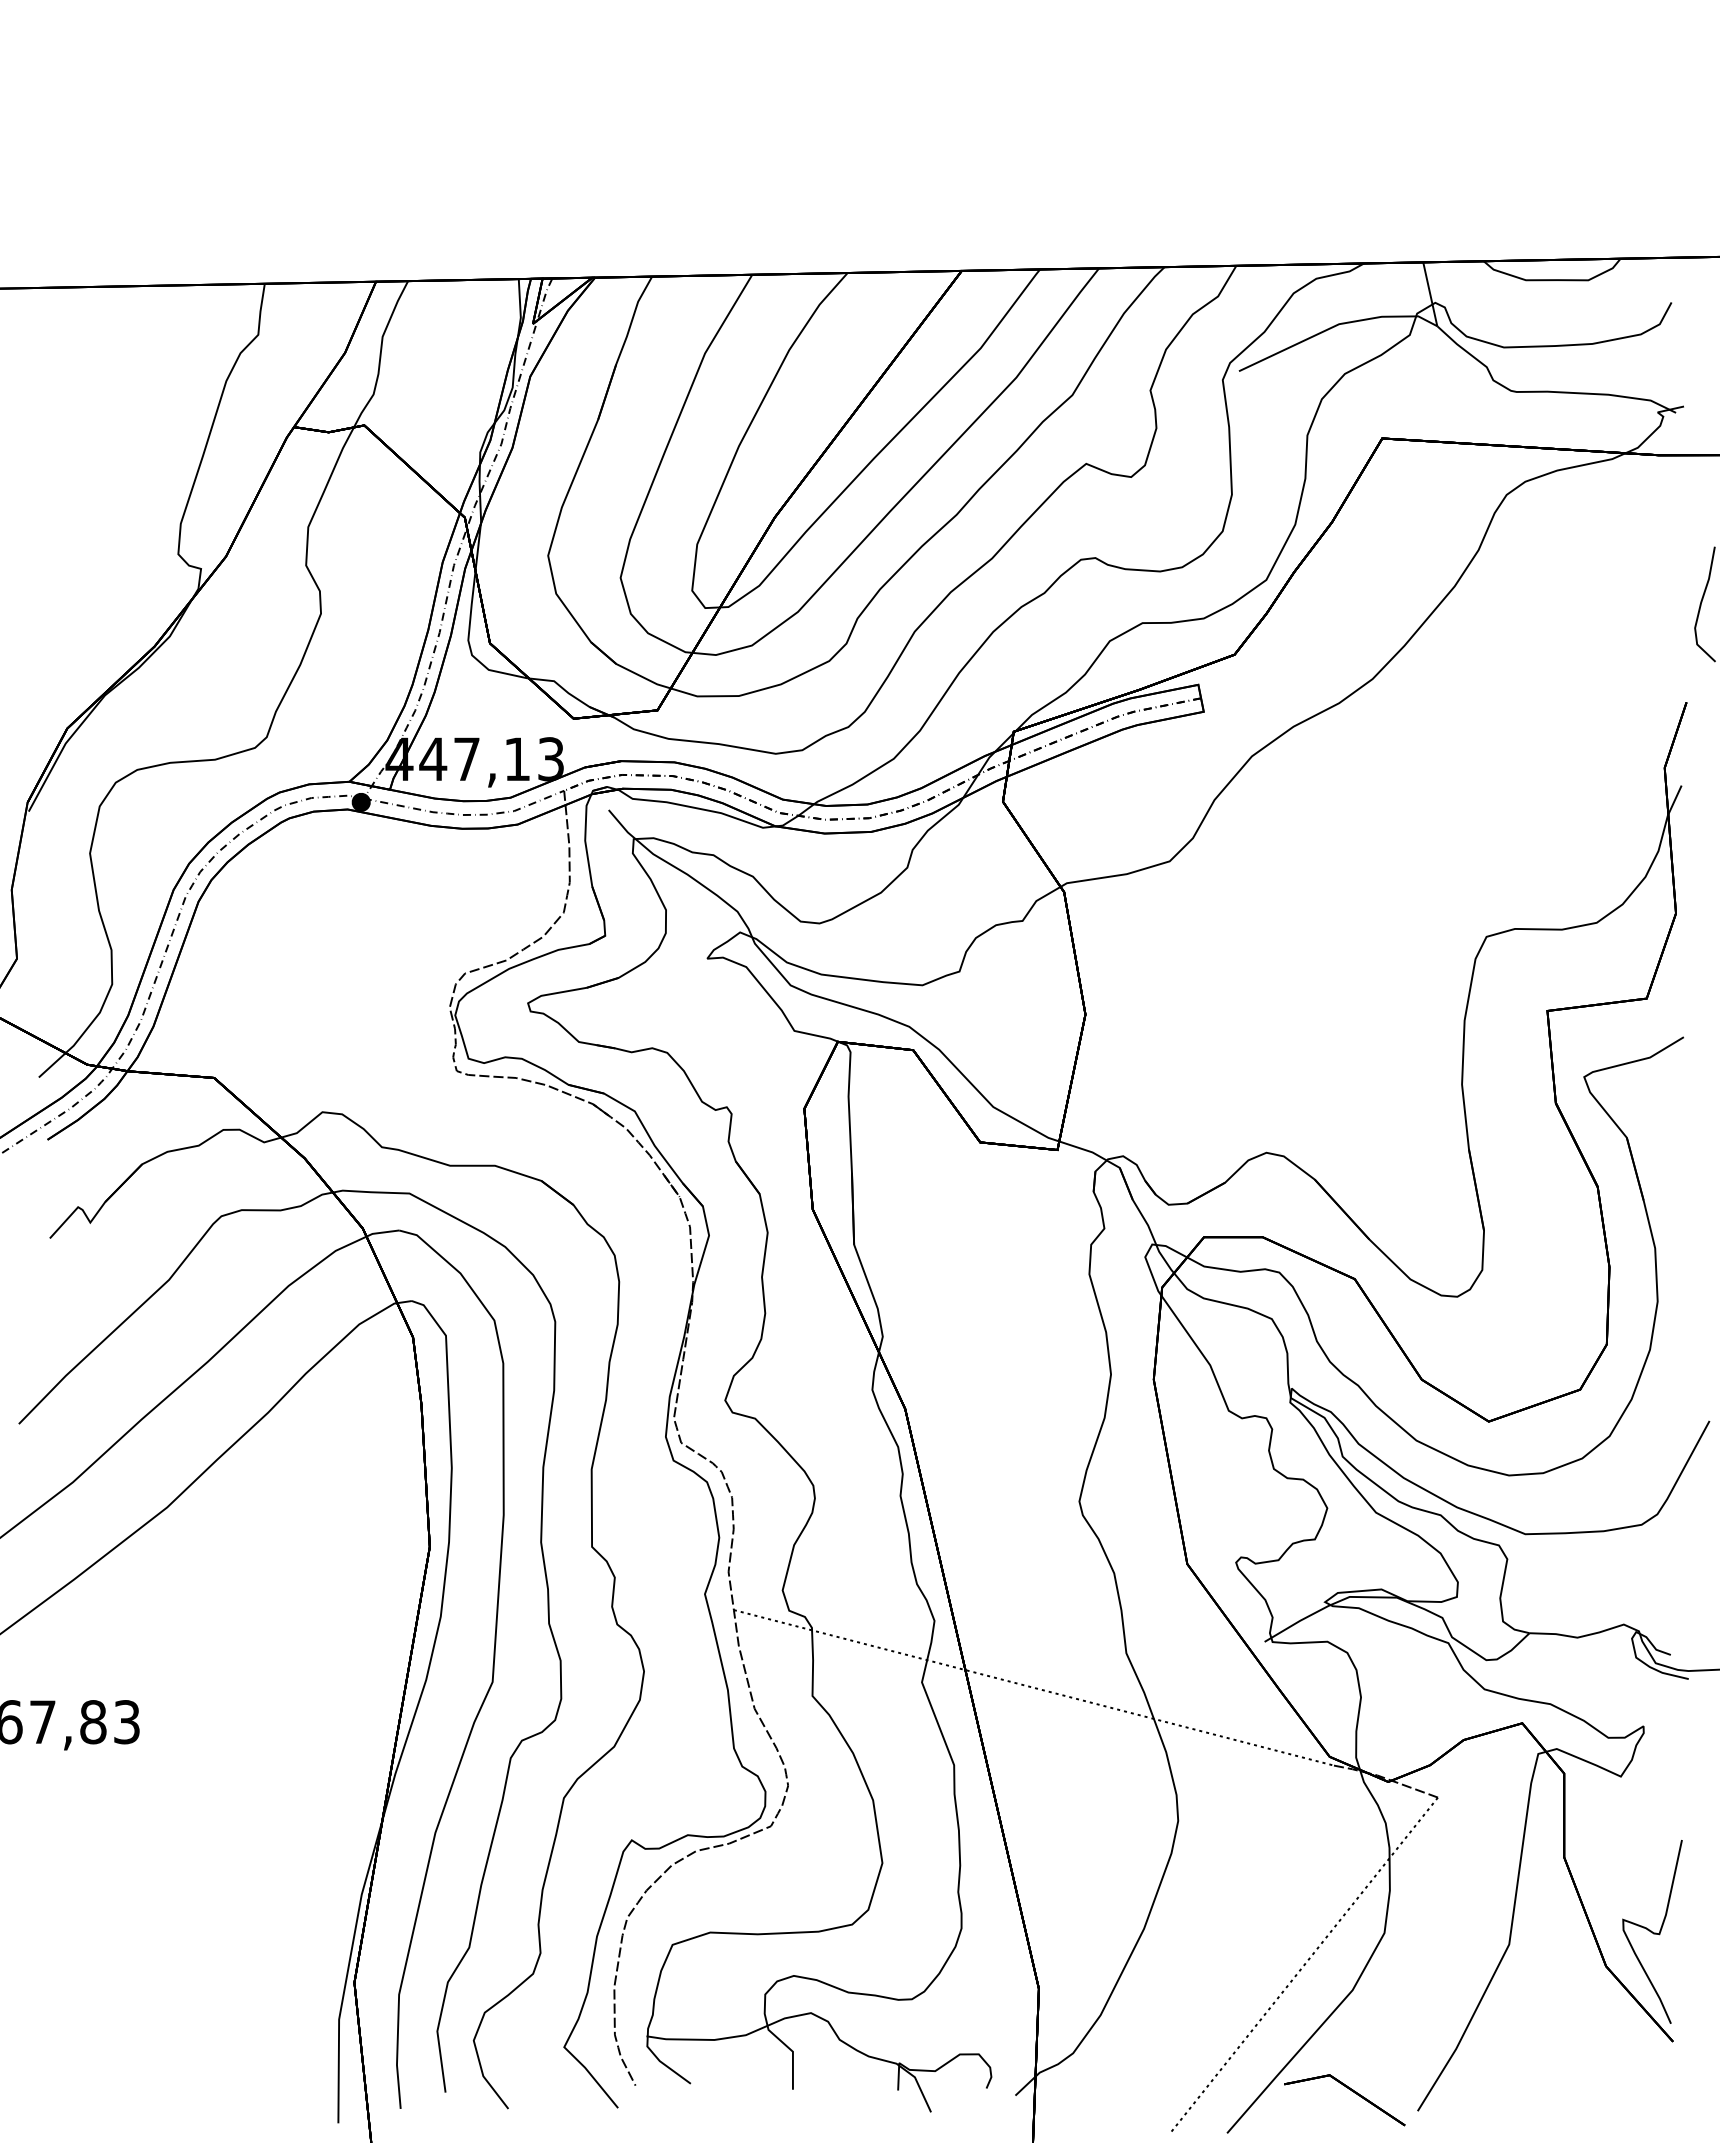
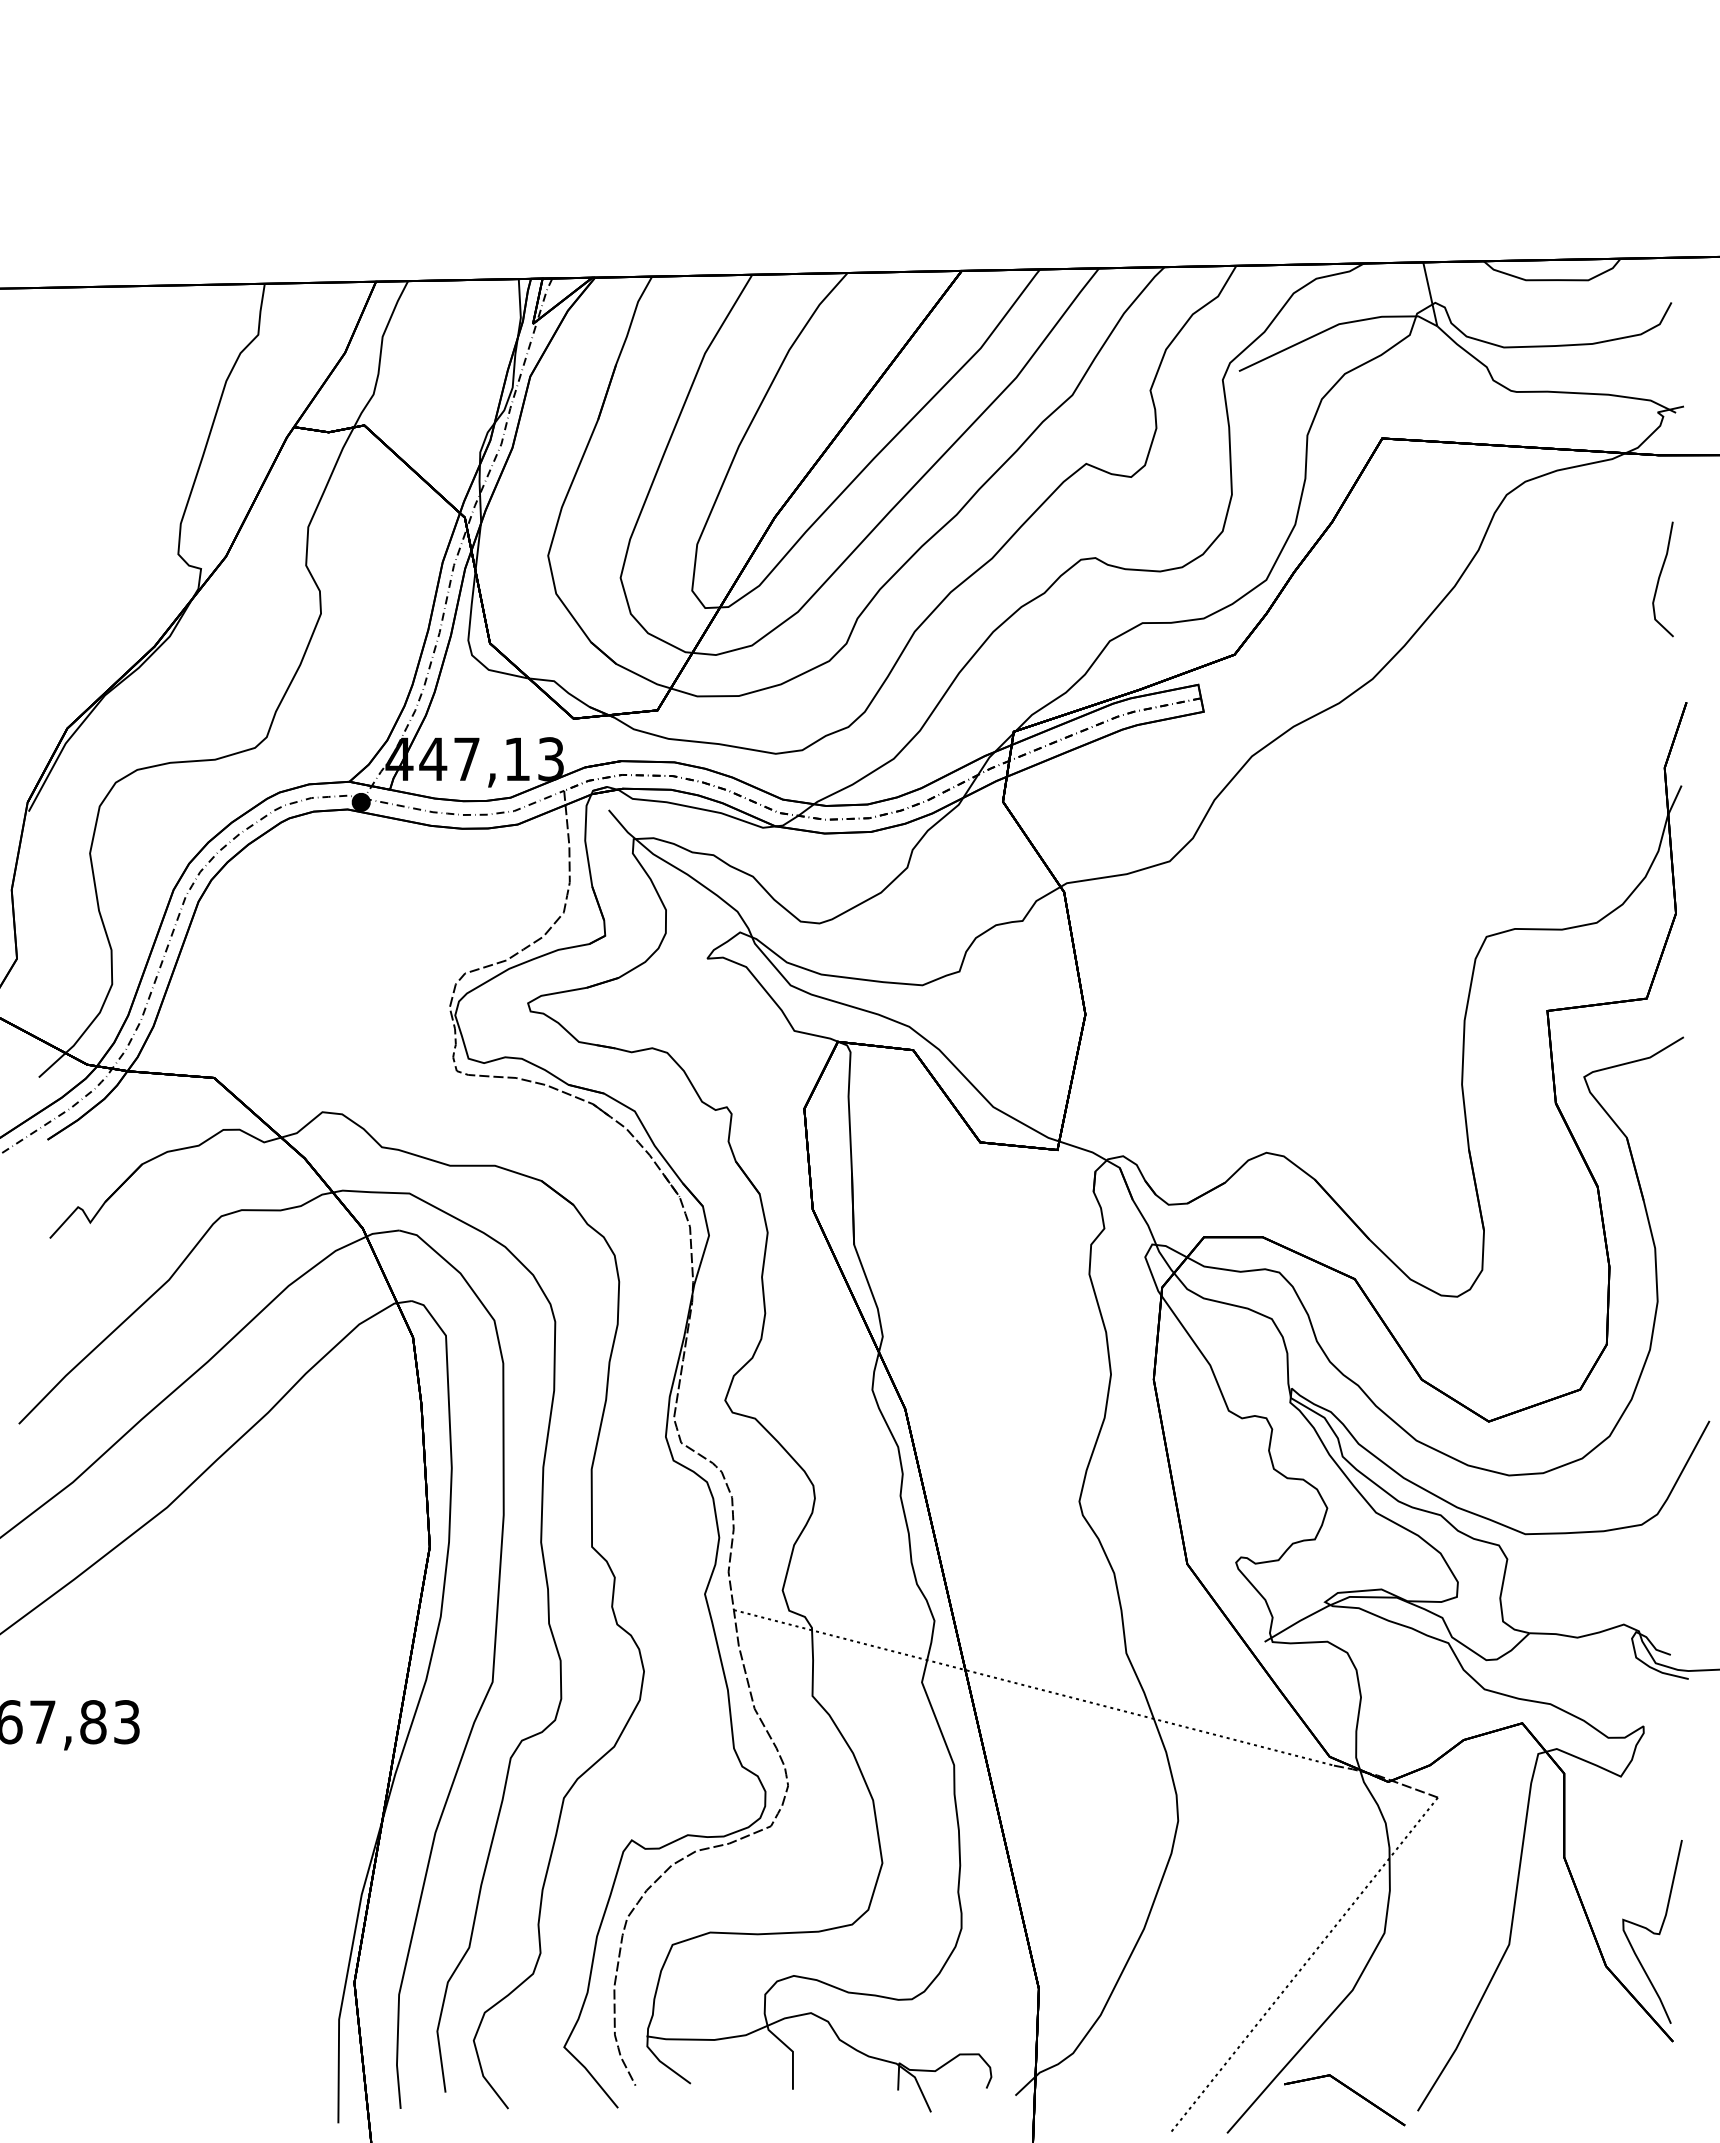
curve at (1702, 602) position: (1702, 602) -> (1660, 577)
